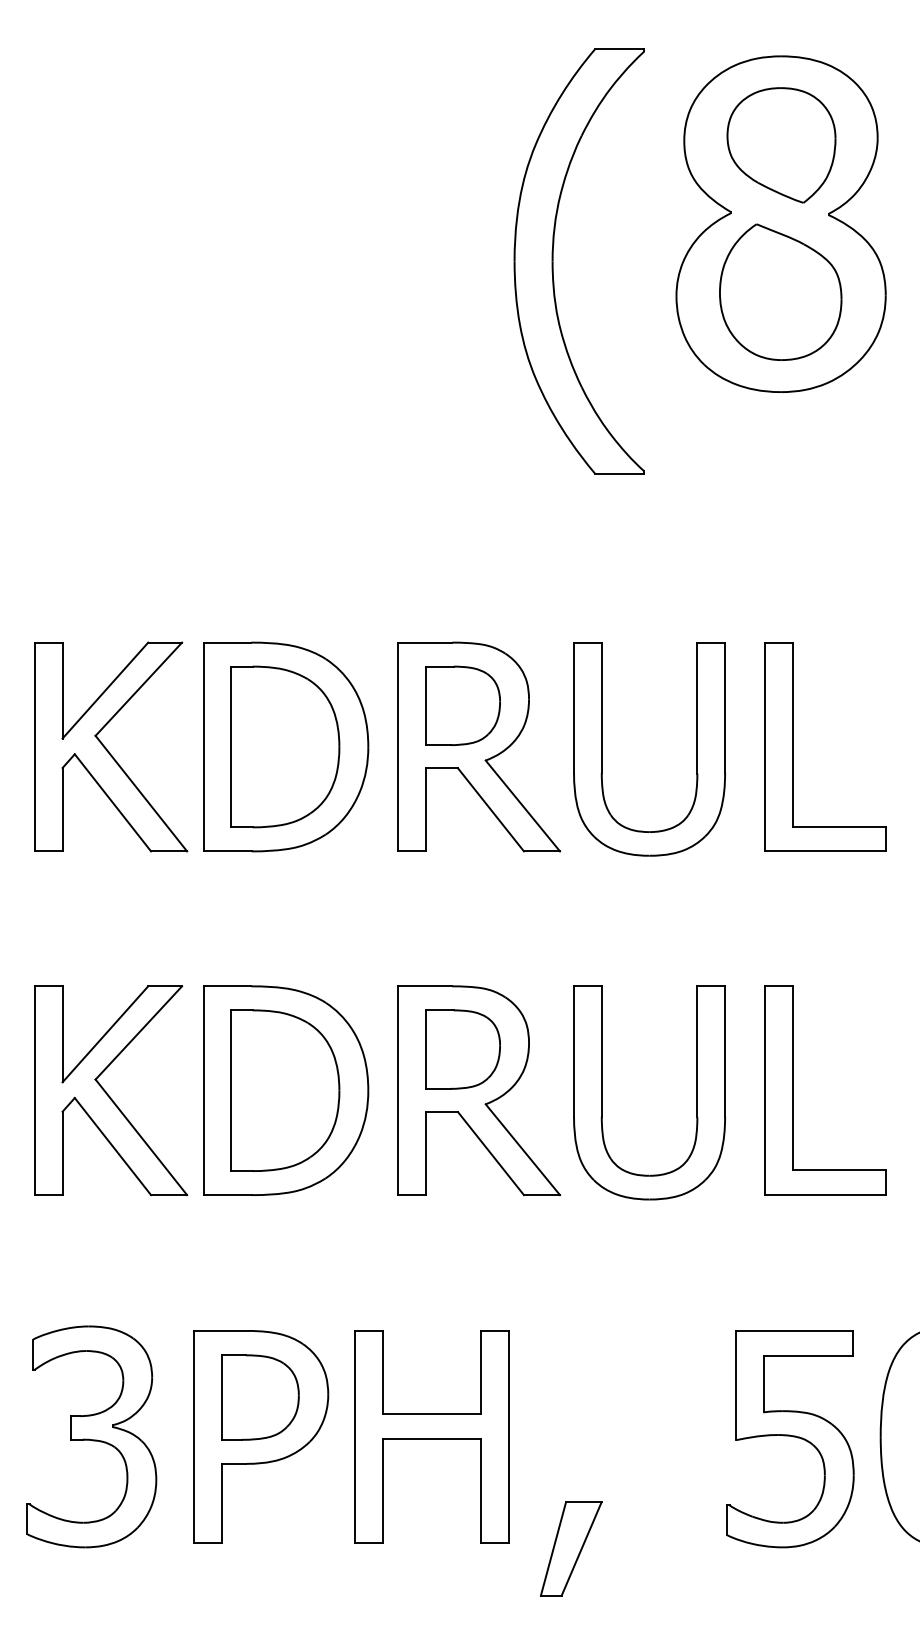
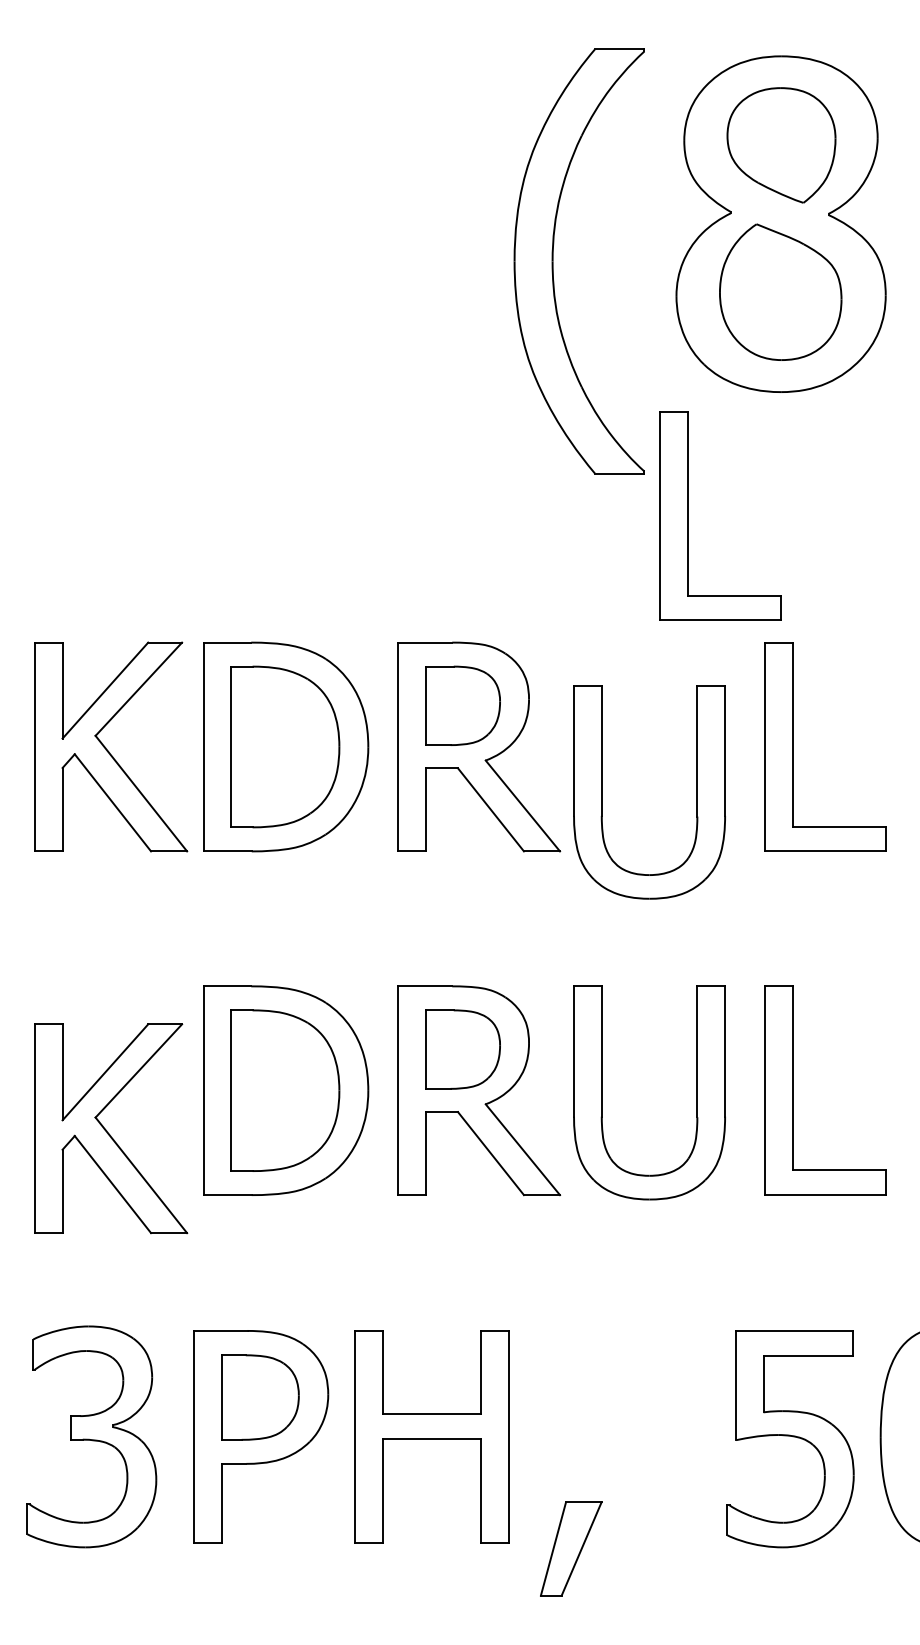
part at (688, 515): none -> present
part at (602, 749) position: (602, 749) -> (602, 792)
part at (111, 1090) position: (111, 1090) -> (111, 1128)
